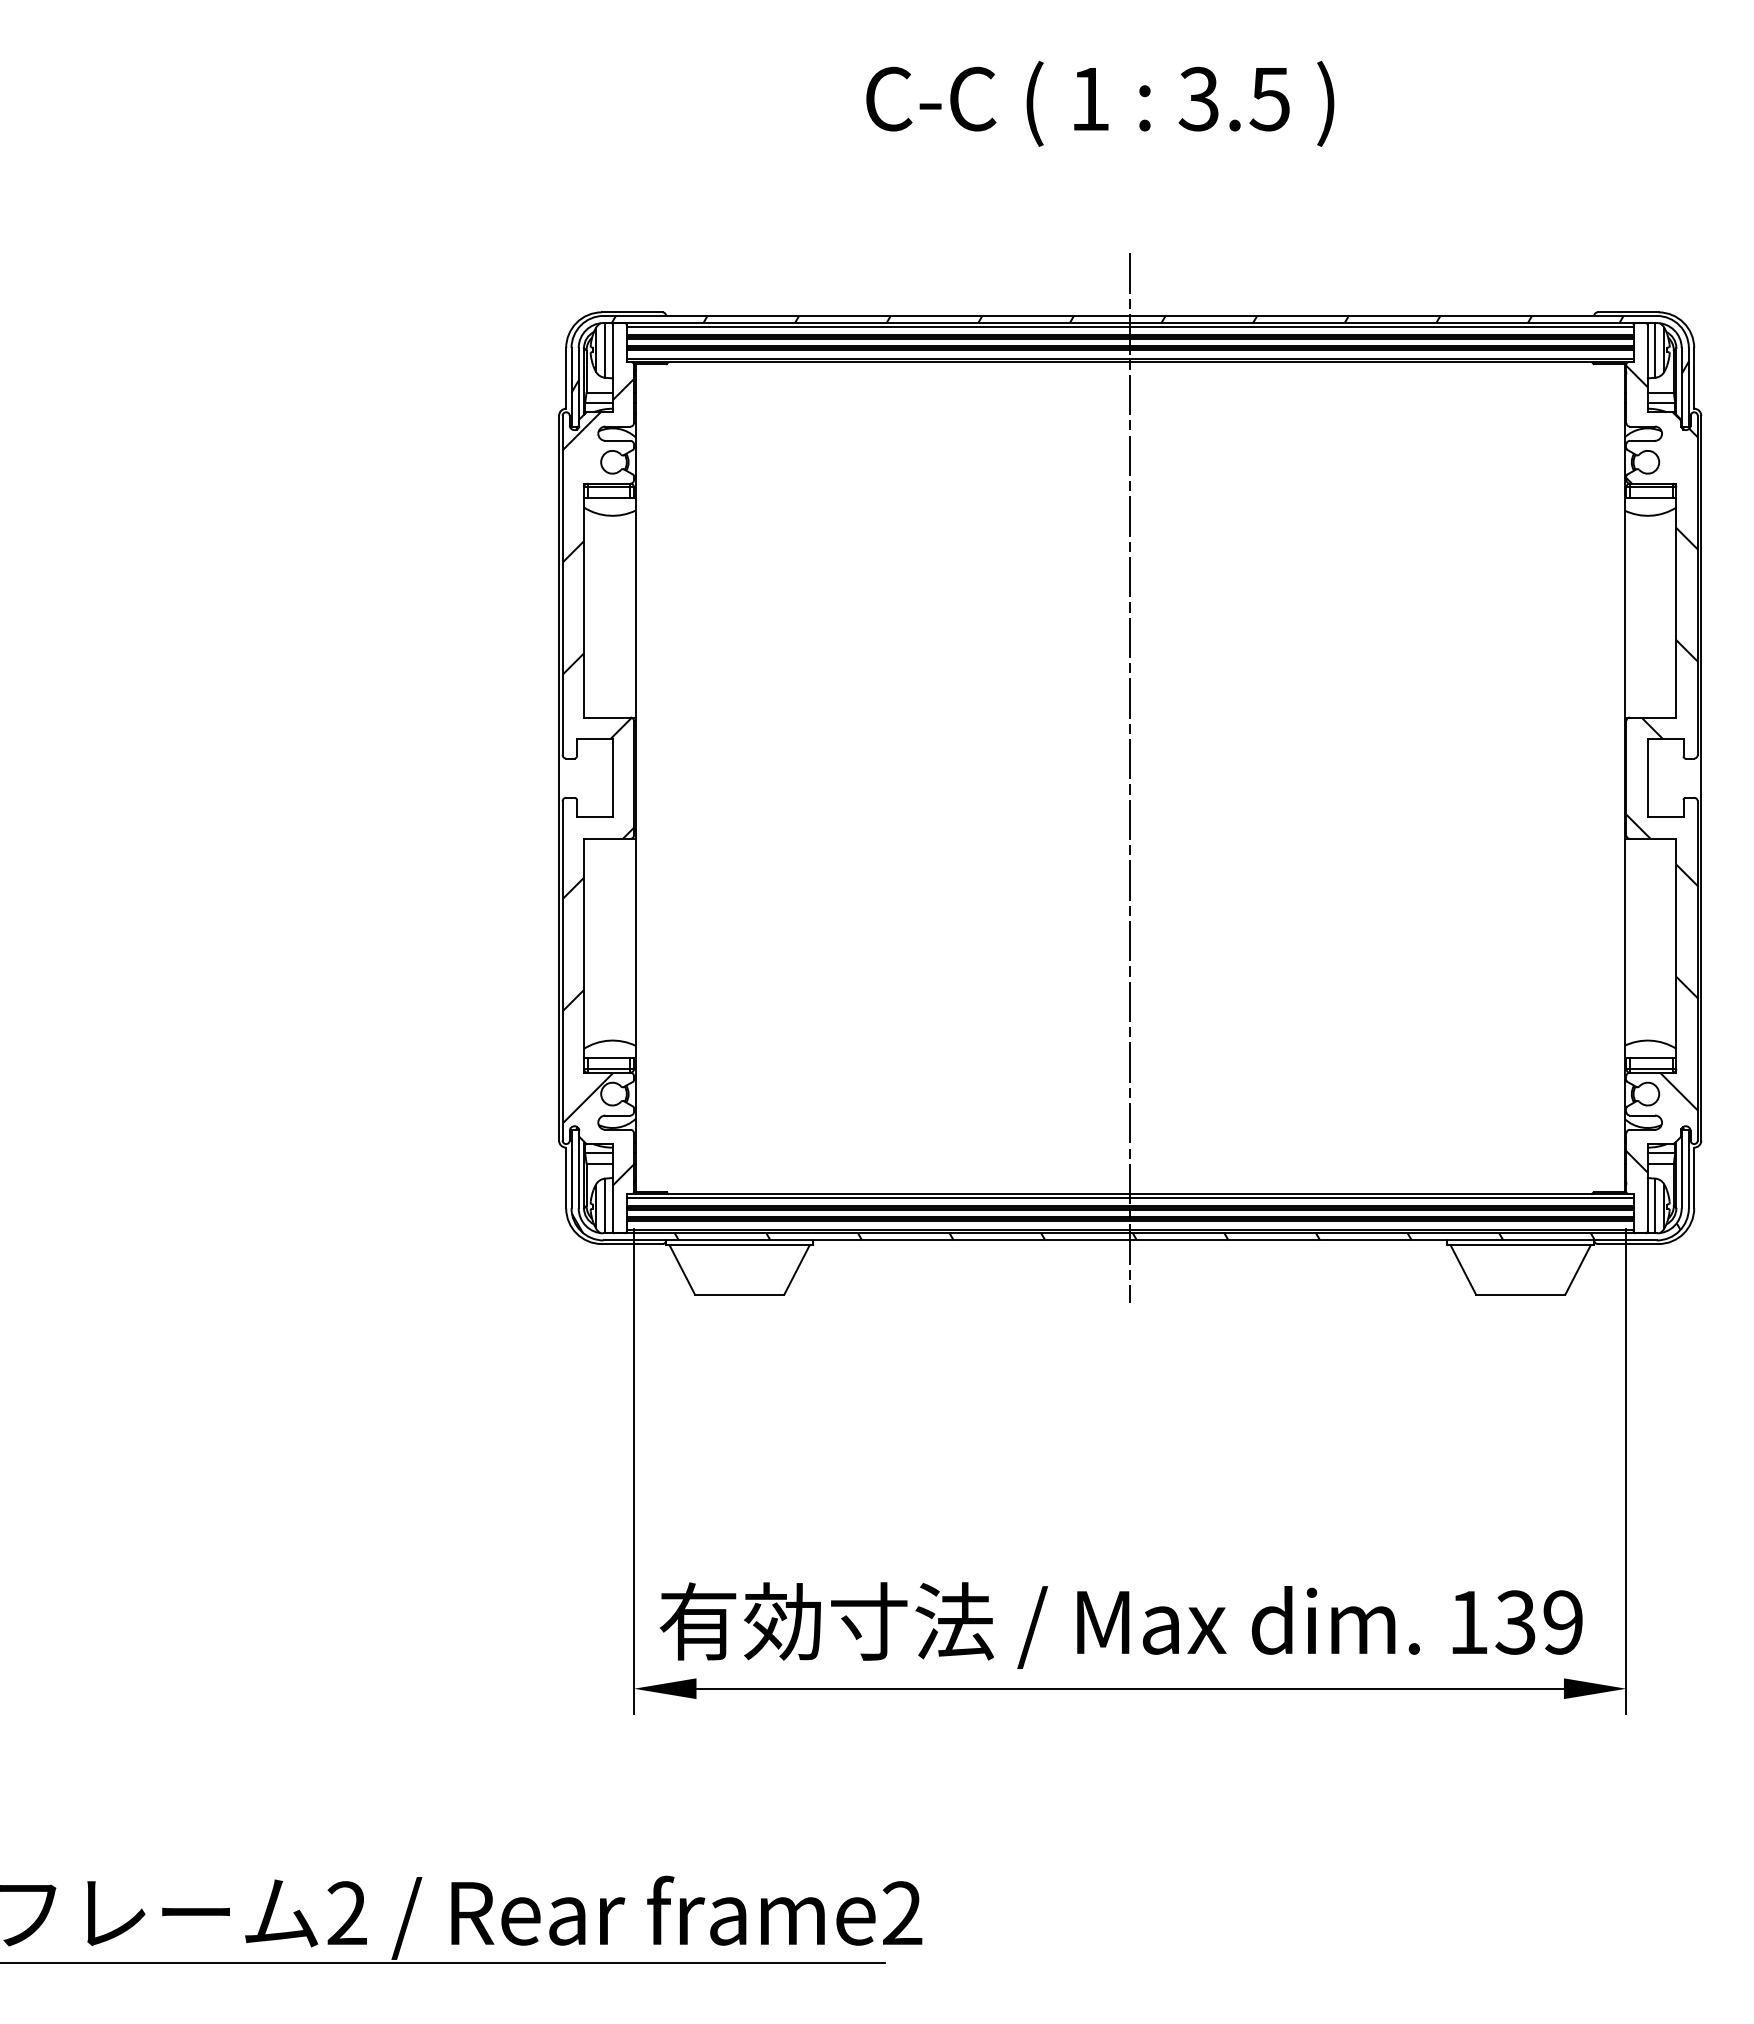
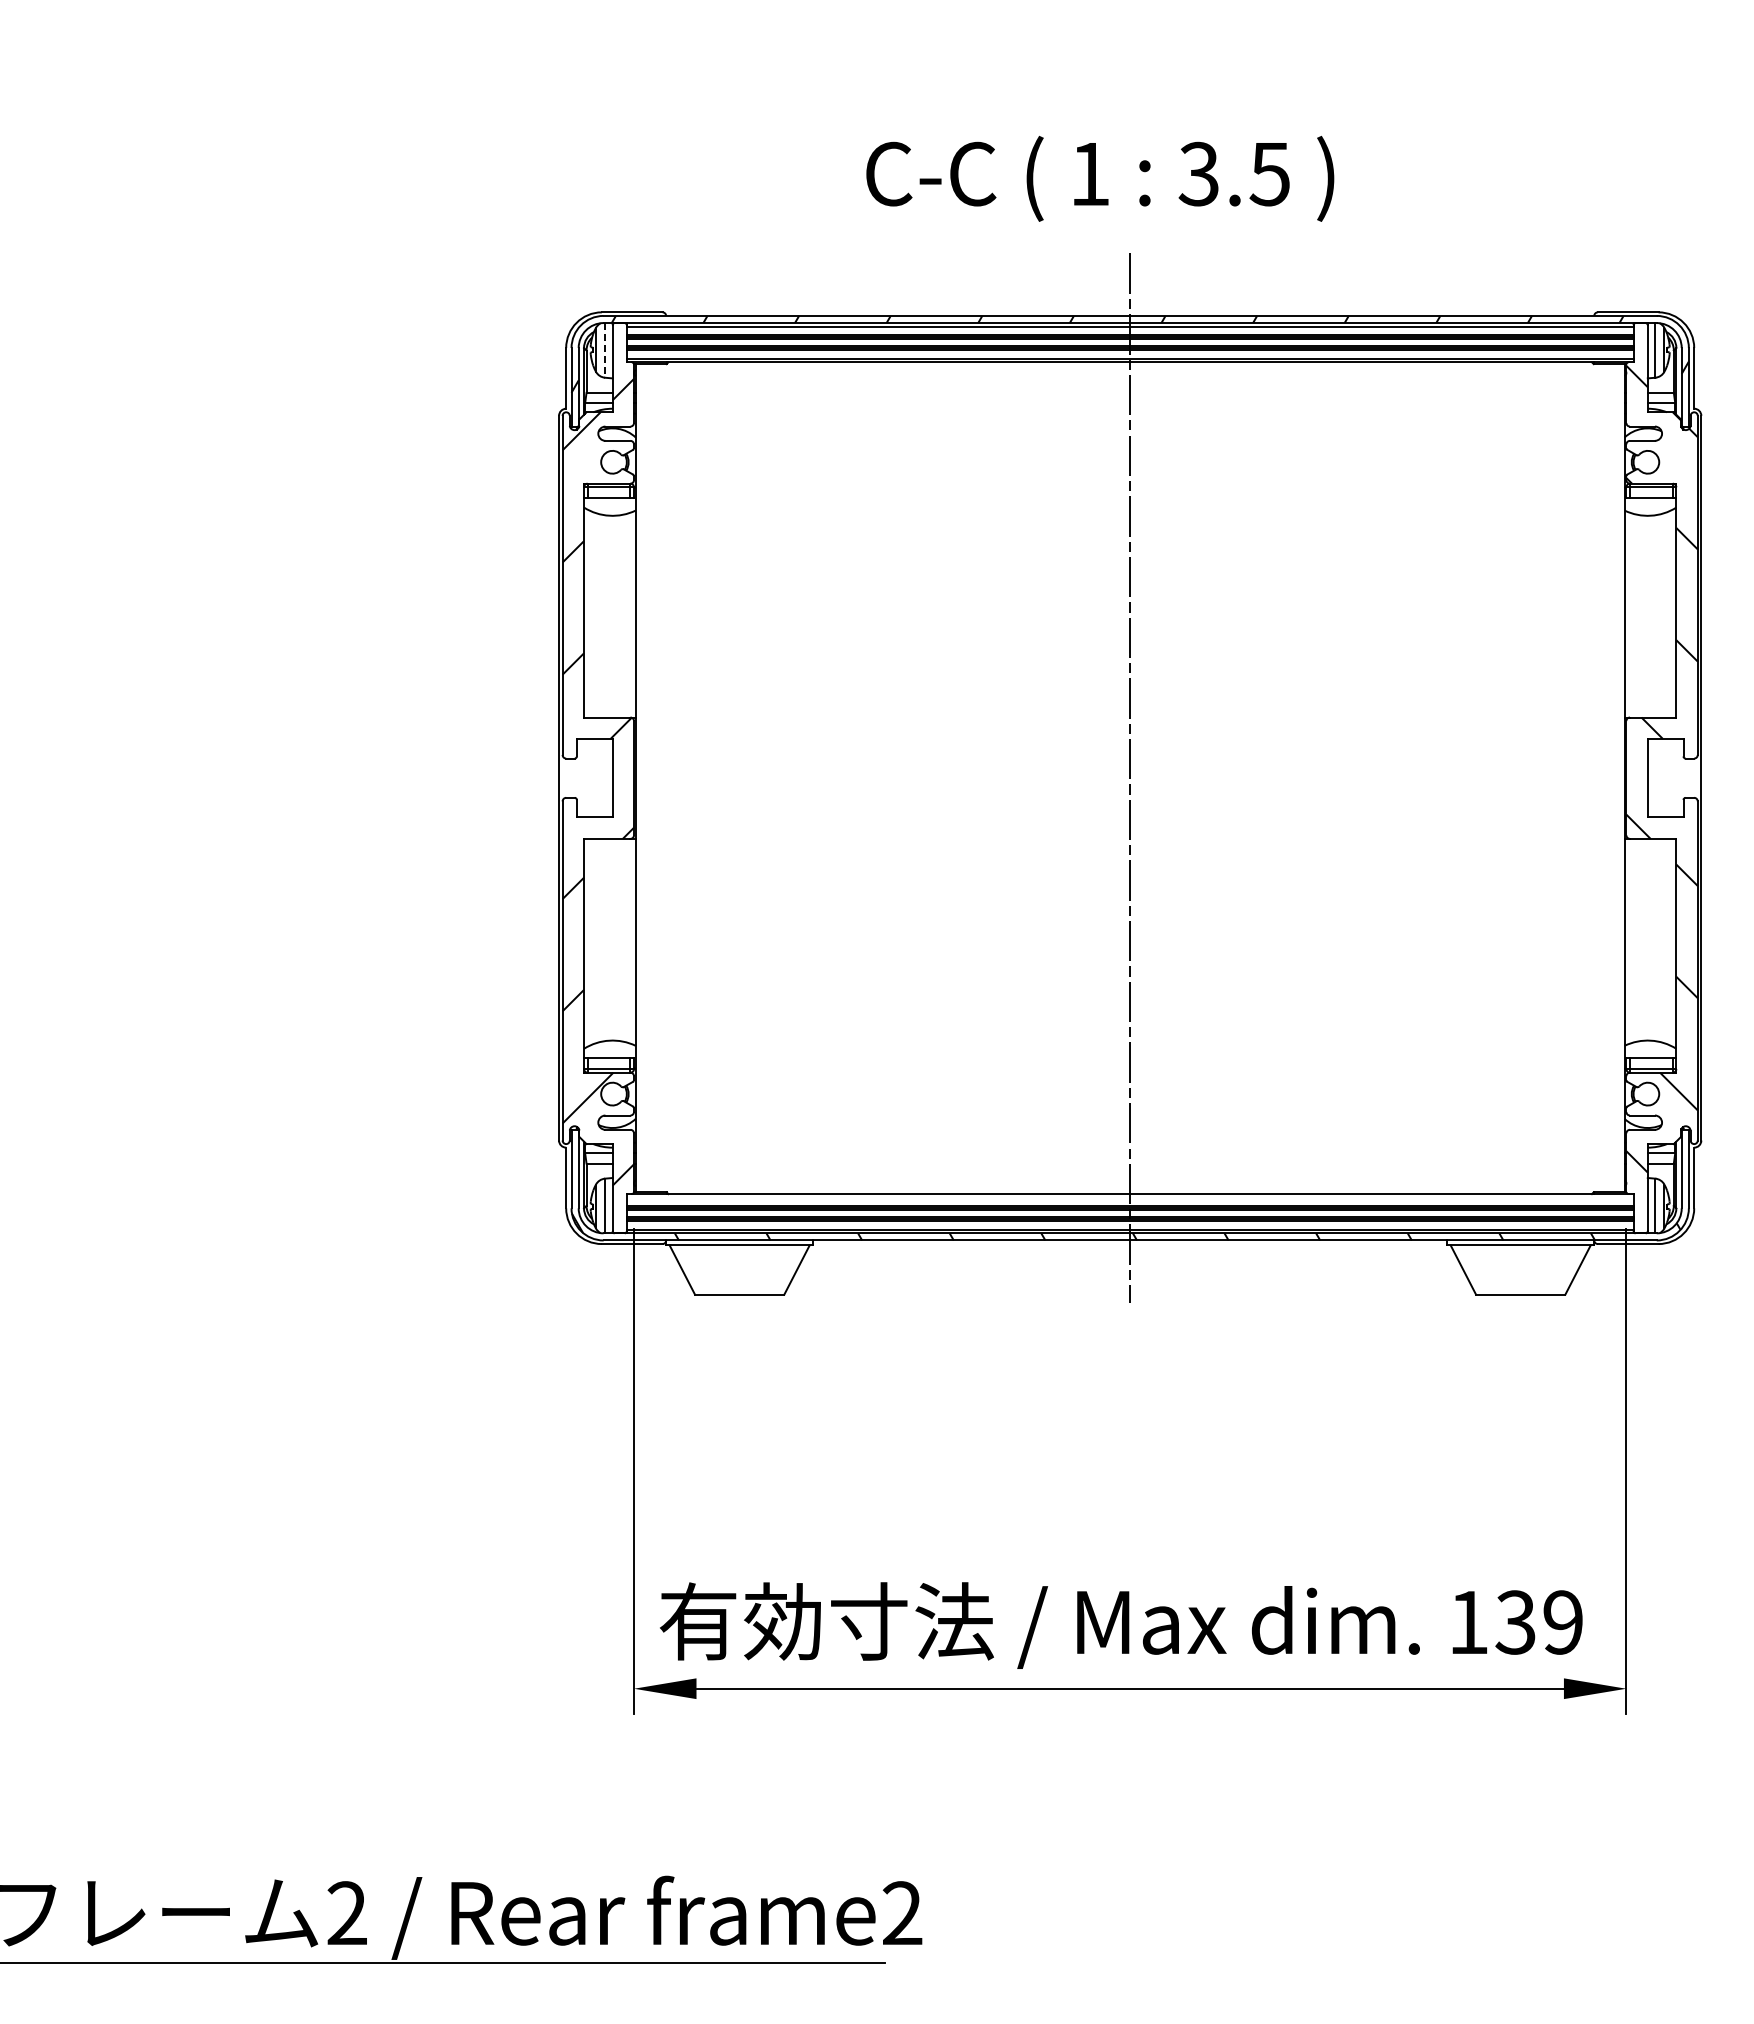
text at (1100, 103) position: (1100, 103) -> (1100, 178)
line at (605, 350): solid -> dashed
line at (1129, 1197): present -> none
